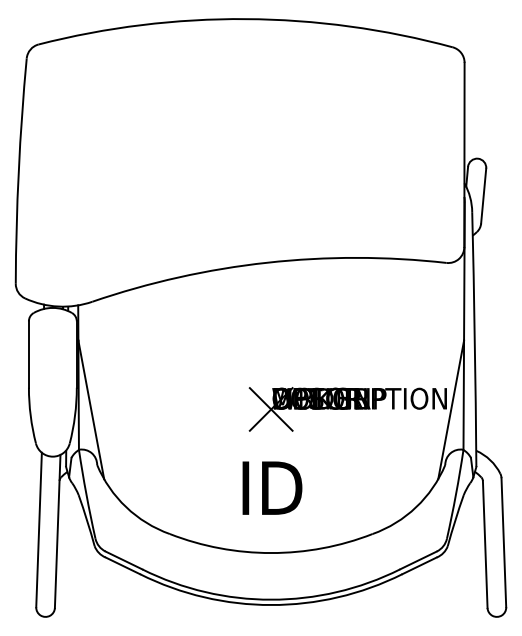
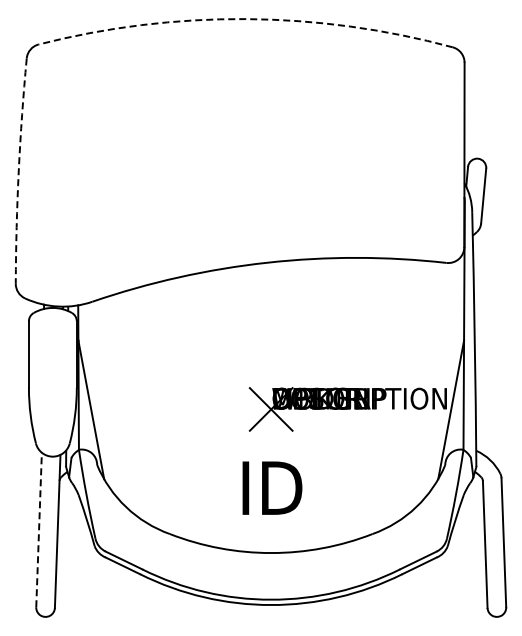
arc at (245, 19): solid -> dashed
arc at (18, 171): solid -> dashed
line at (39, 529): solid -> dashed
